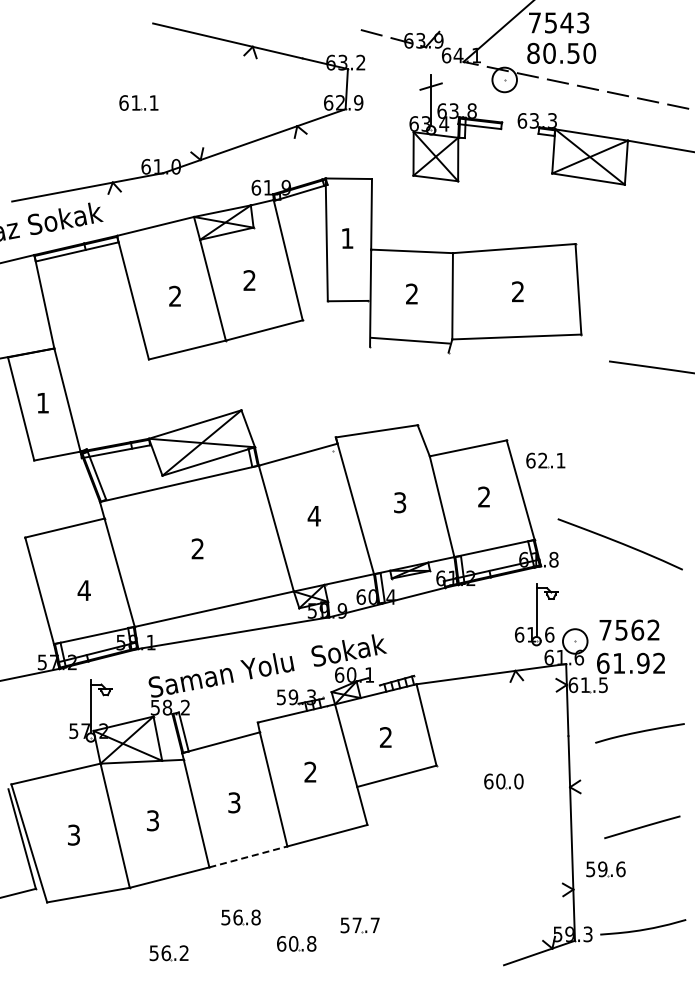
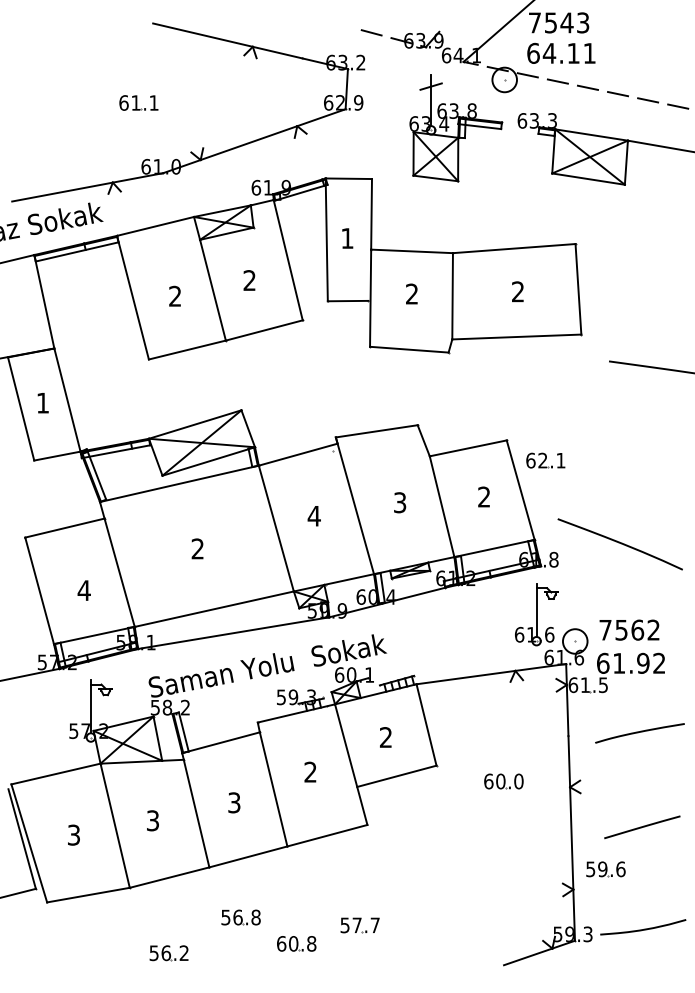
text at (561, 52): 80.50 -> 64.11
line at (410, 340) position: (410, 340) -> (409, 349)
line at (248, 856): dashed -> solid
